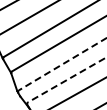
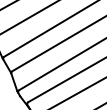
line at (62, 64): dashed -> solid
line at (67, 79): dashed -> solid
